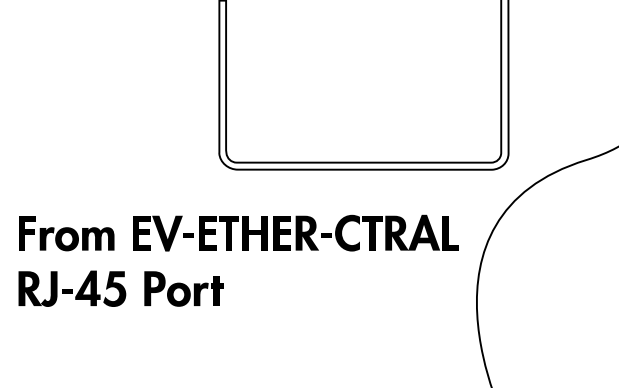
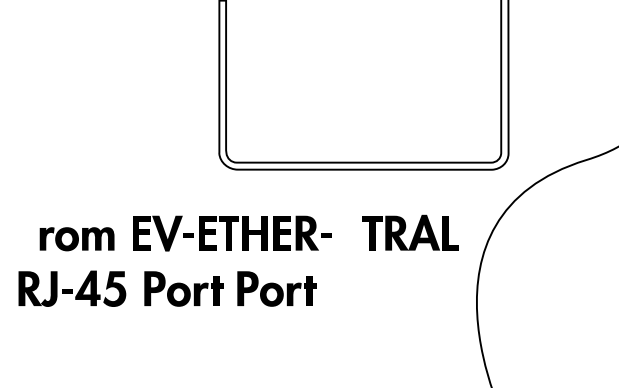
fill at (26, 232): present -> none
fill at (347, 232): present -> none
part at (276, 288): none -> present
